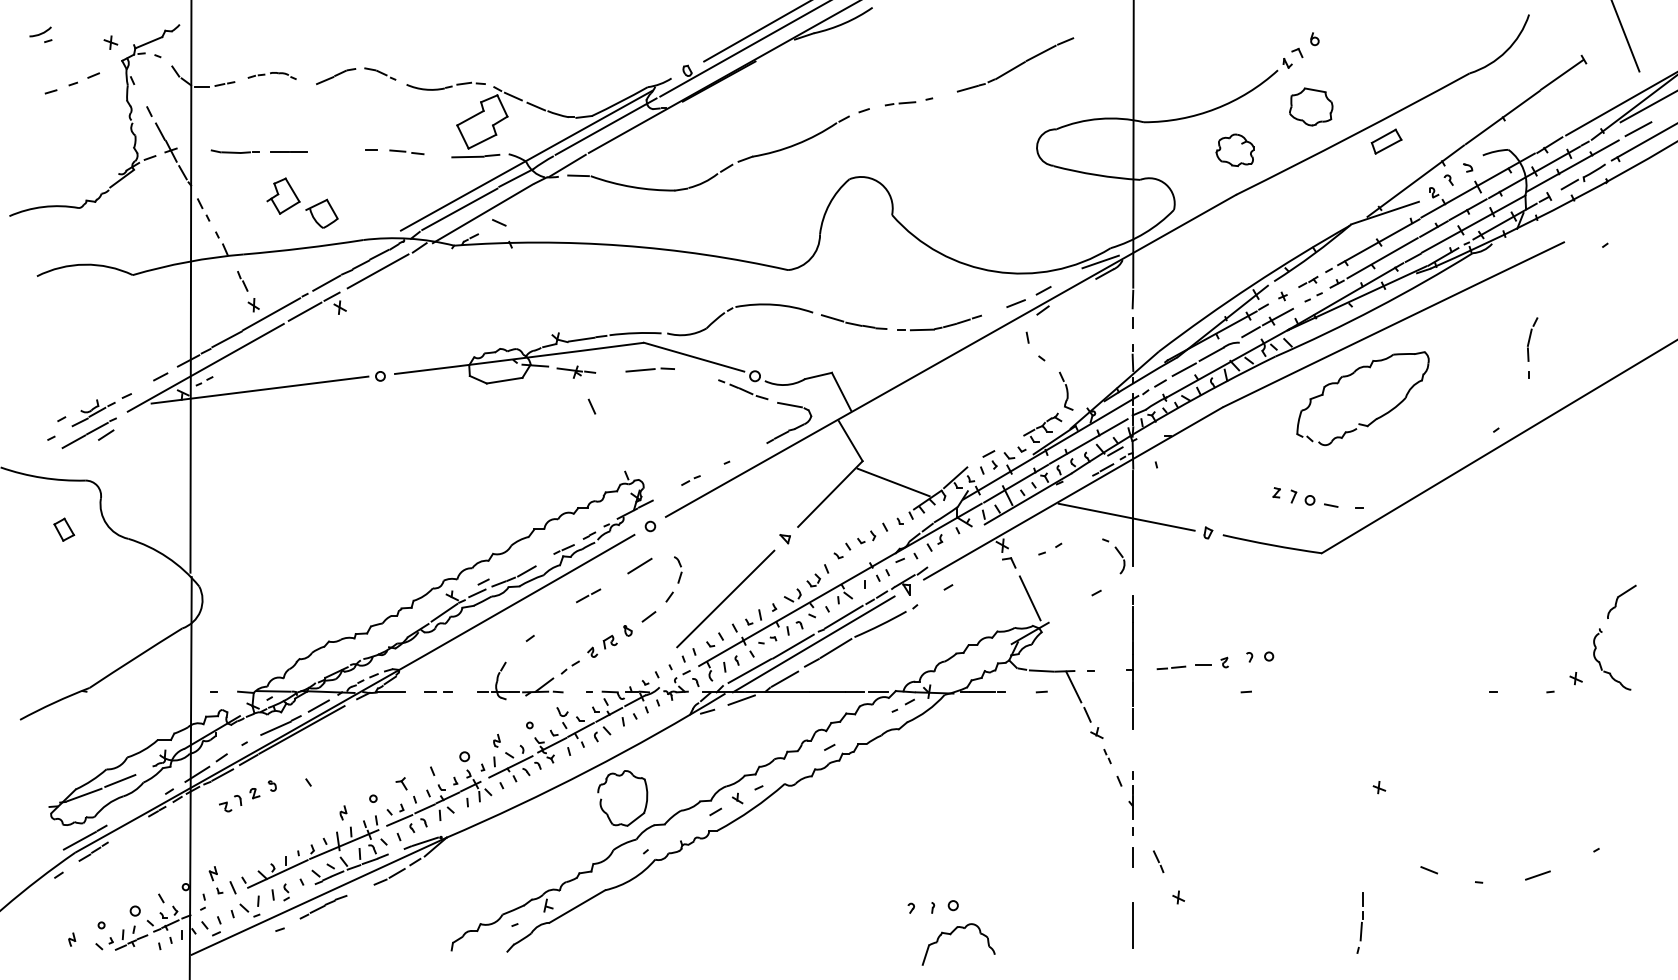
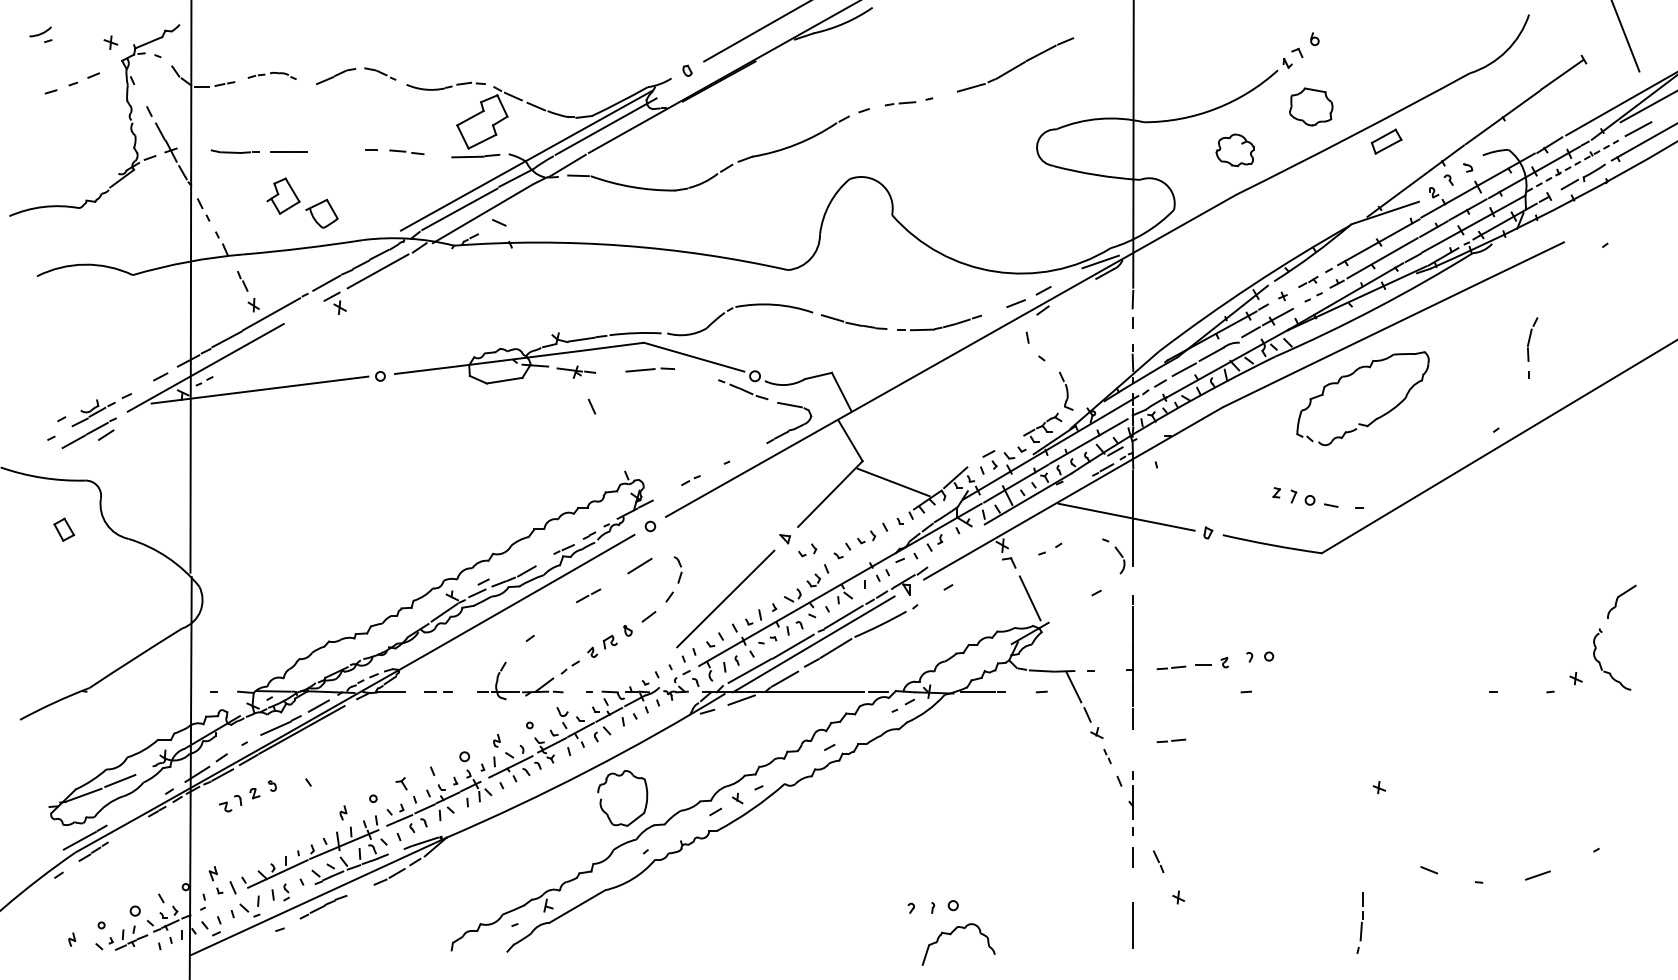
line at (743, 49): present -> none
line at (1572, 166): solid -> dashed
line at (304, 311): present -> none
part at (807, 550): none -> present
line at (1171, 740): none -> present
